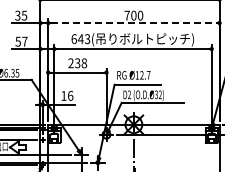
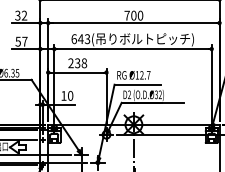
text at (24, 15): 35 -> 32
line at (134, 23): dashed -> solid
text at (70, 95): 16 -> 10
